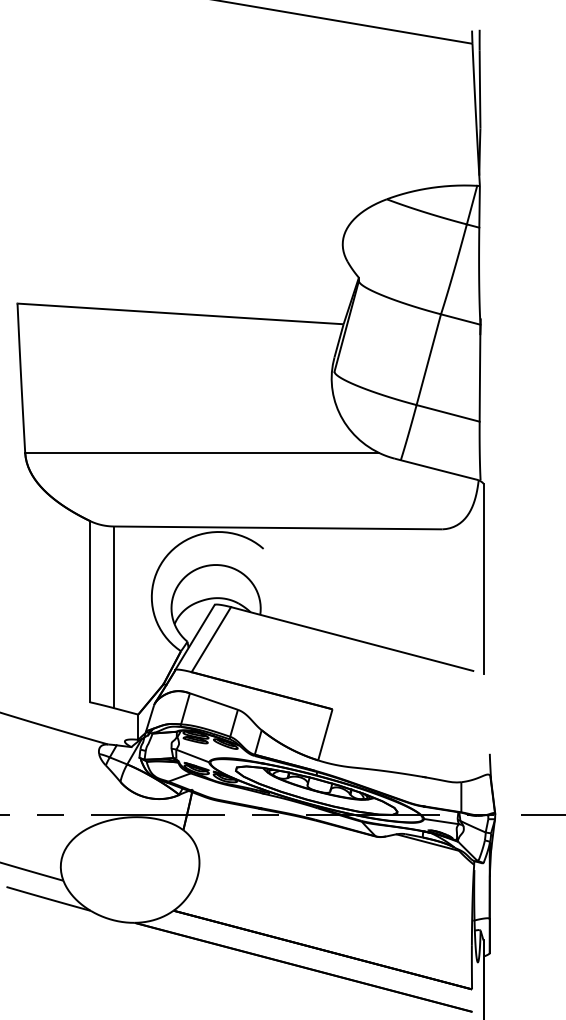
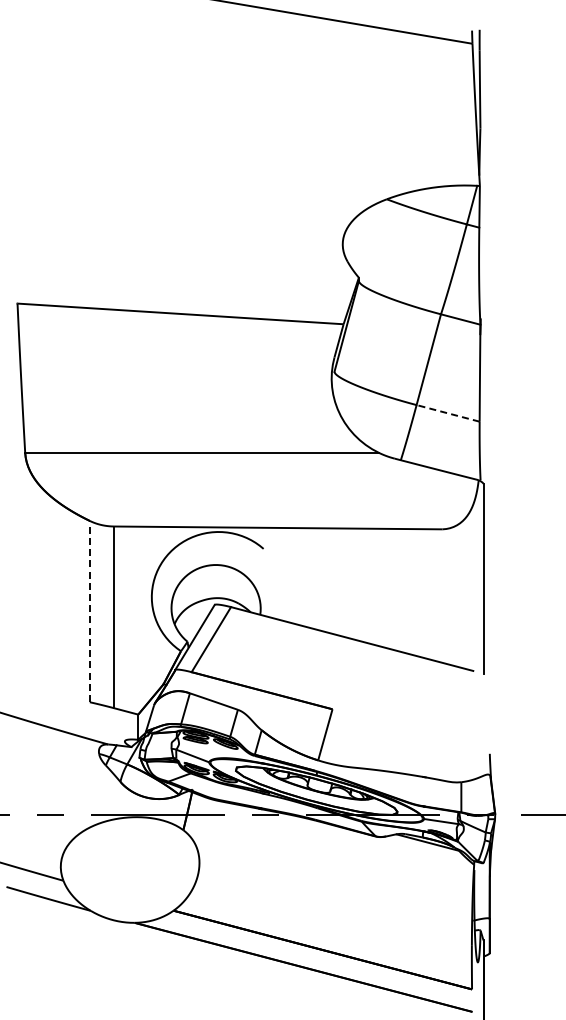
line at (448, 413): solid -> dashed
line at (89, 611): solid -> dashed
